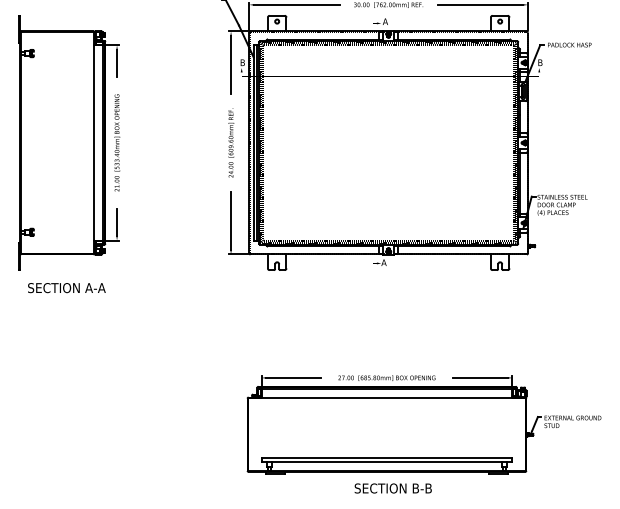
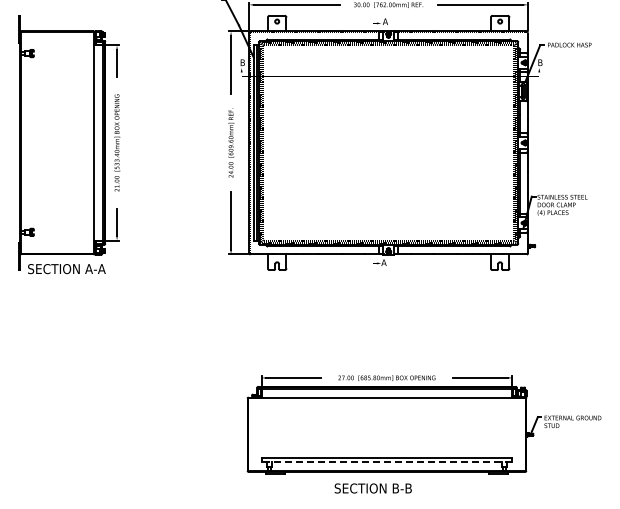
text at (66, 288) position: (66, 288) -> (66, 269)
line at (386, 462): solid -> dashed
text at (392, 488) position: (392, 488) -> (372, 488)
